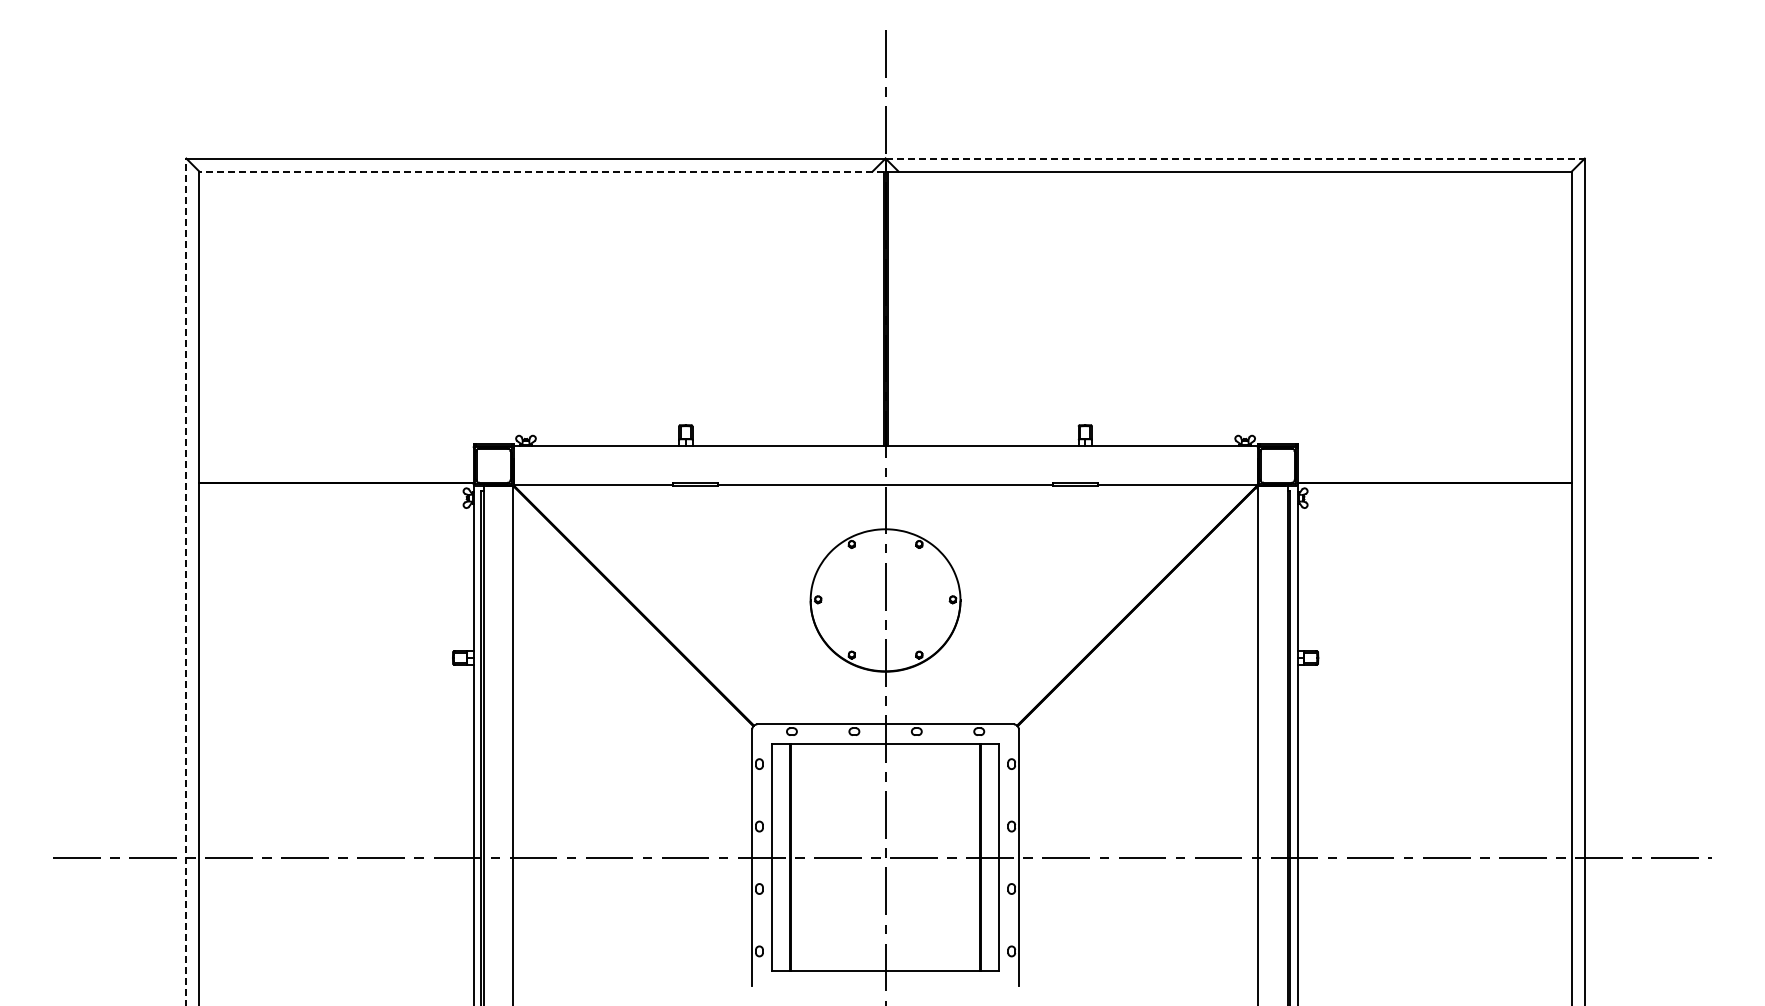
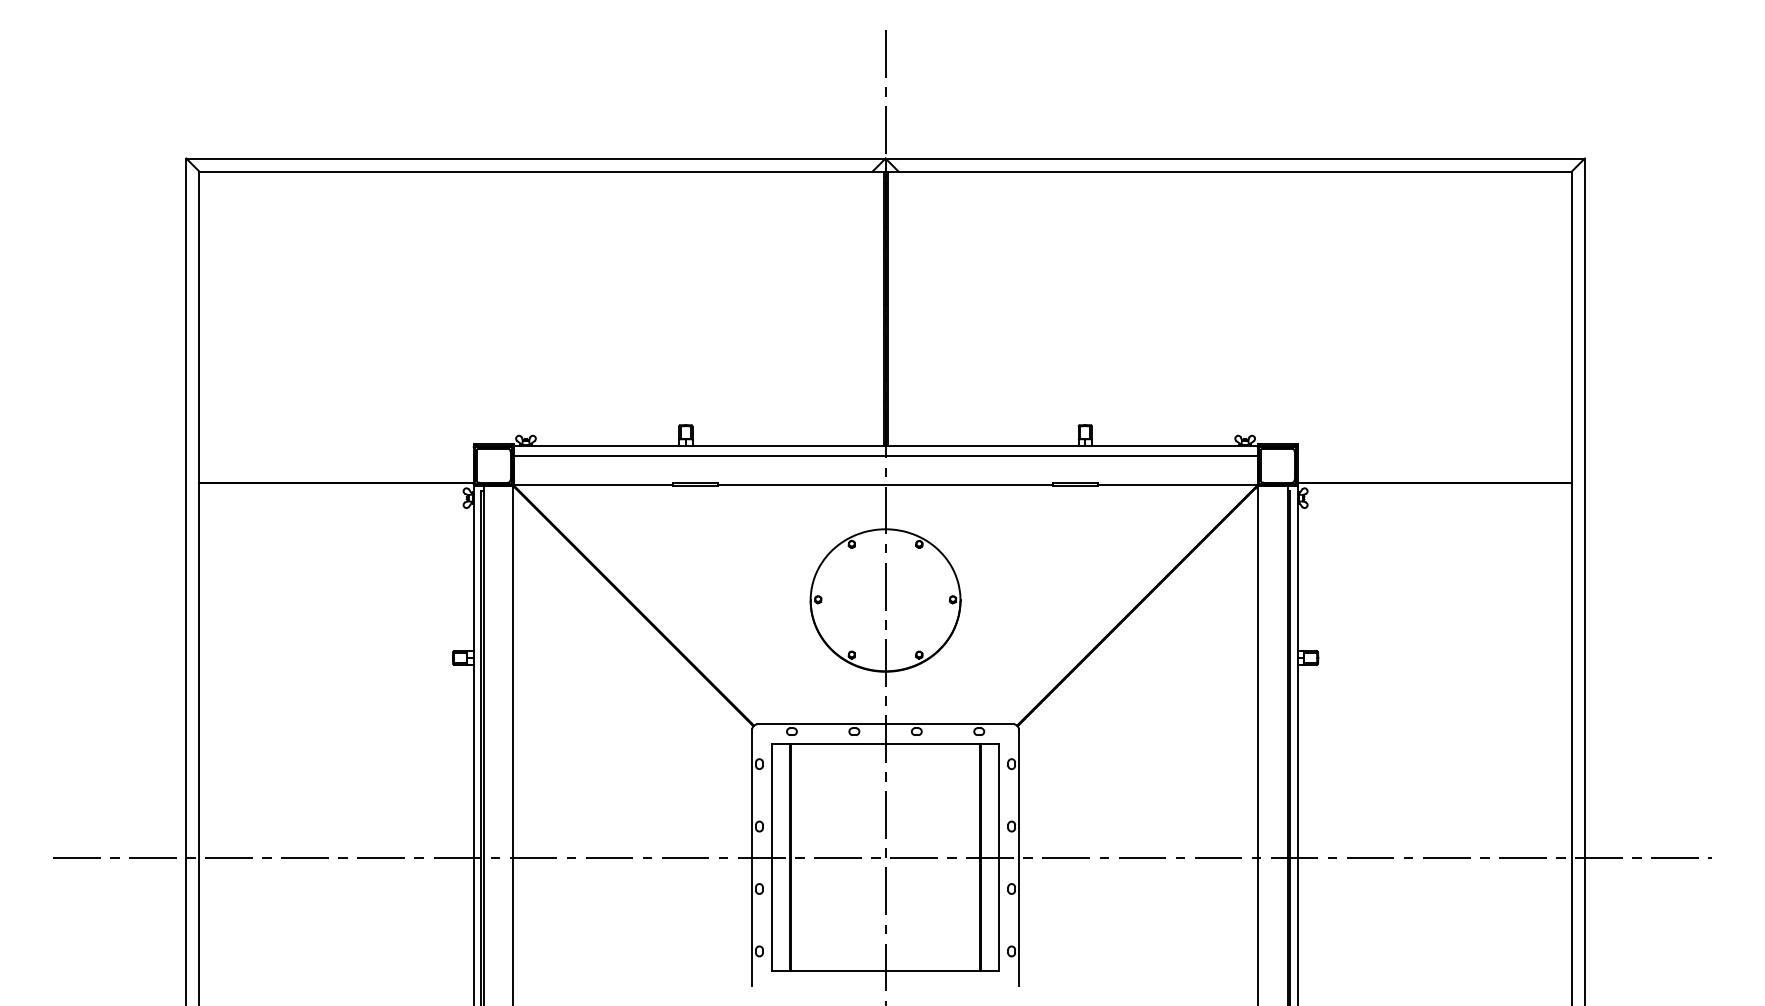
line at (1235, 158): dashed -> solid
line at (540, 171): dashed -> solid
line at (885, 455): none -> present
line at (186, 581): dashed -> solid
